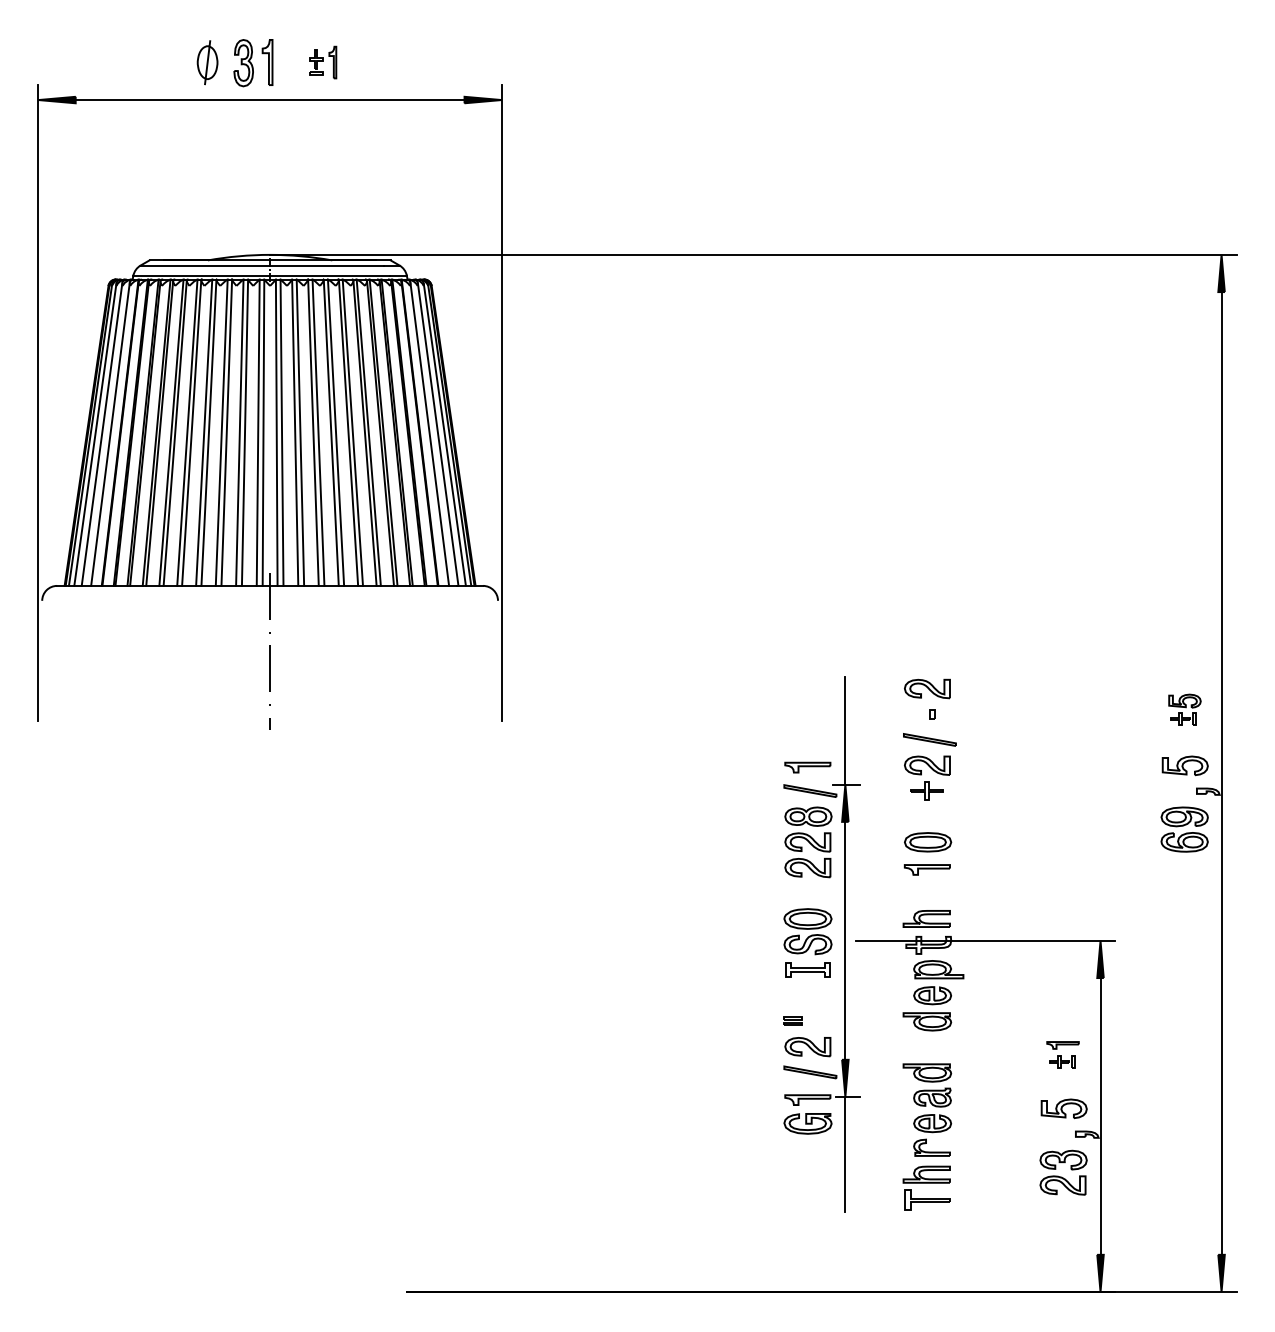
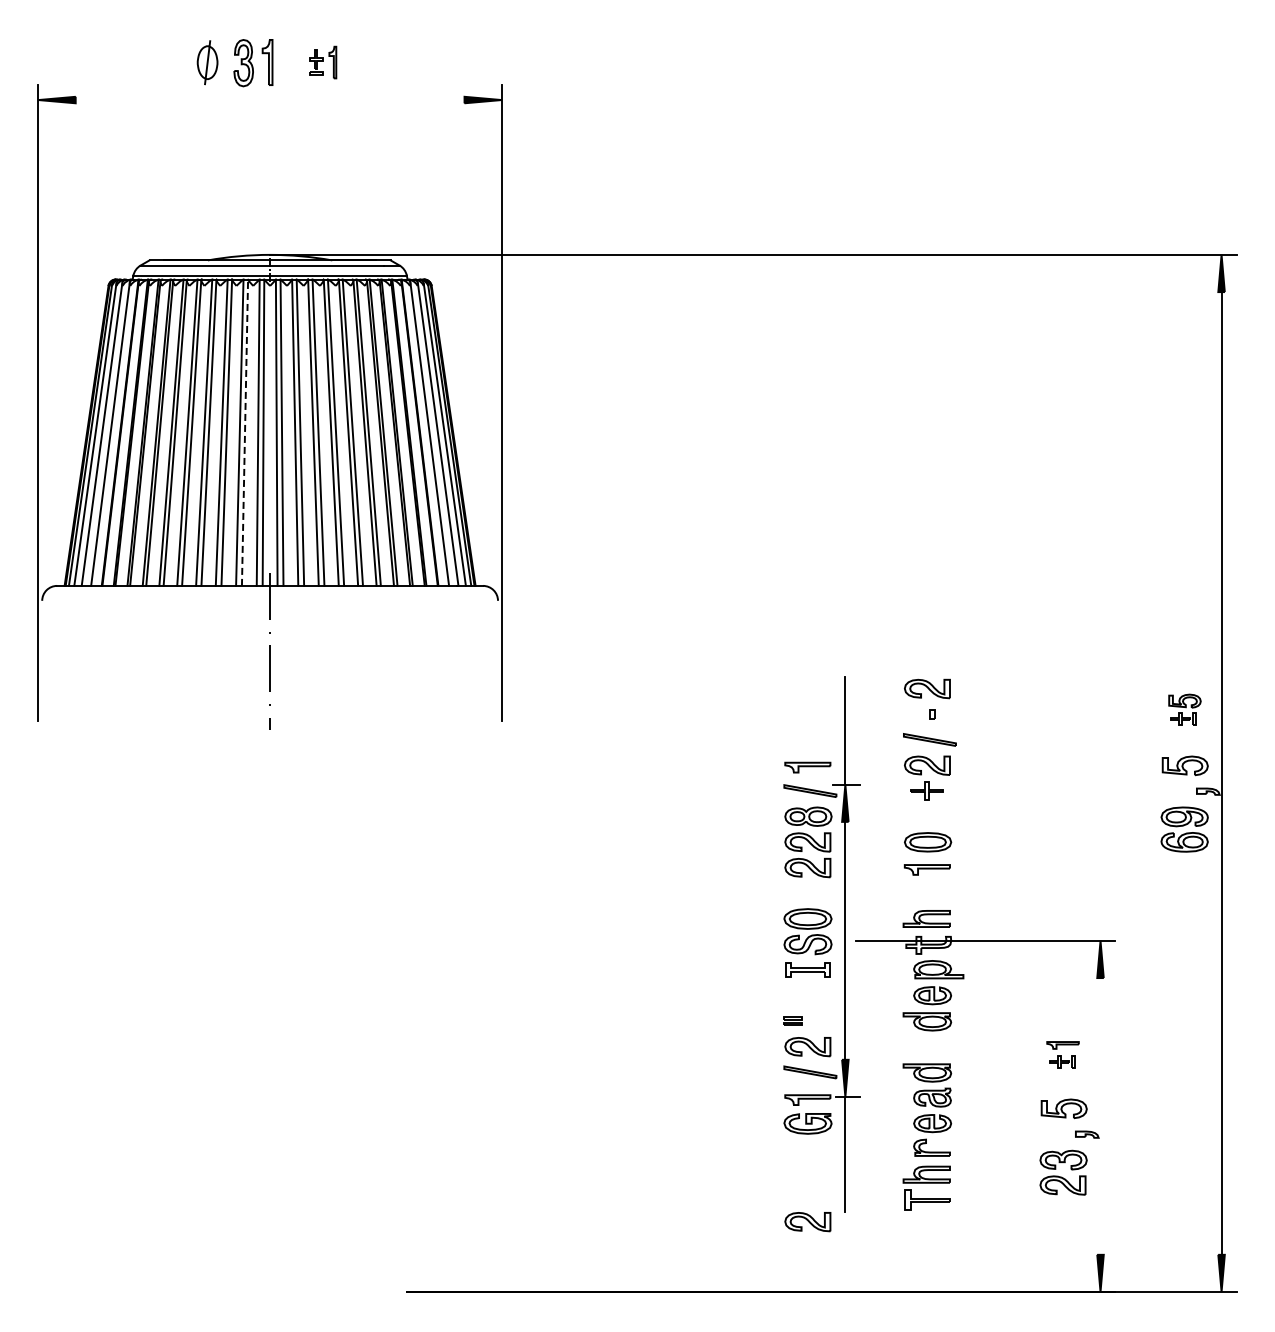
line at (269, 100): present -> none
line at (245, 432): solid -> dashed
line at (1100, 1116): present -> none
part at (807, 1222): none -> present
